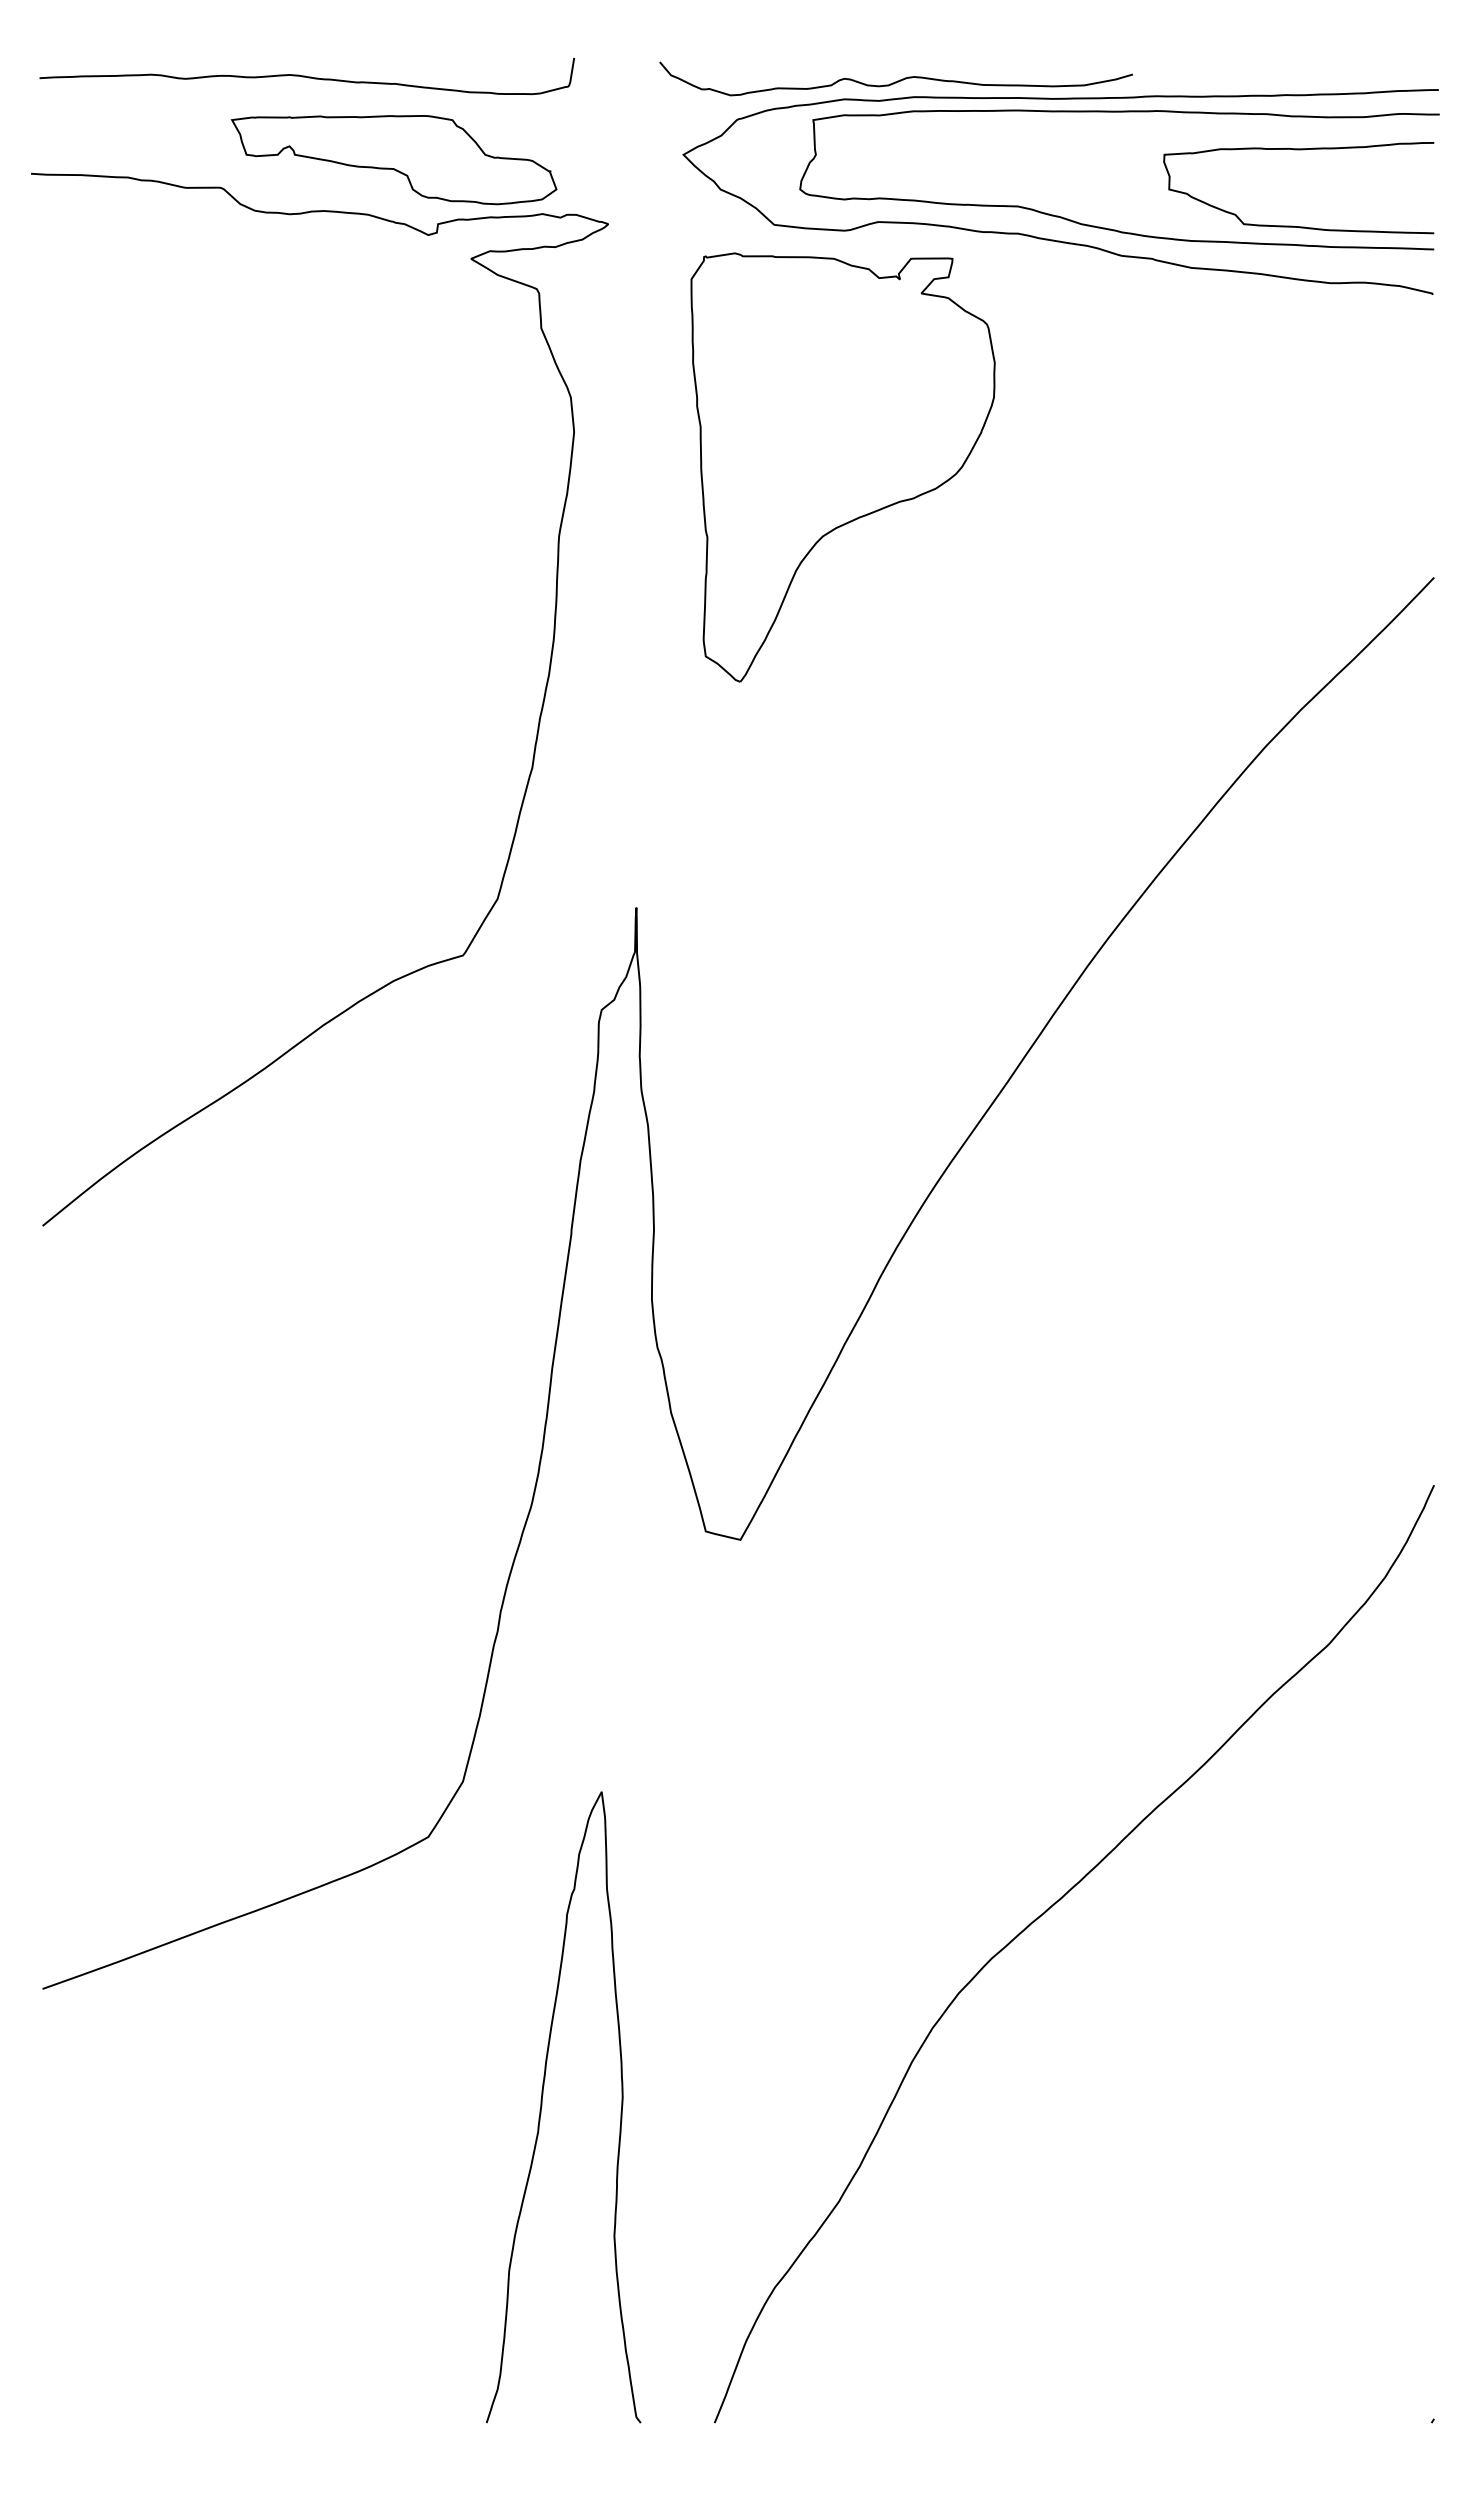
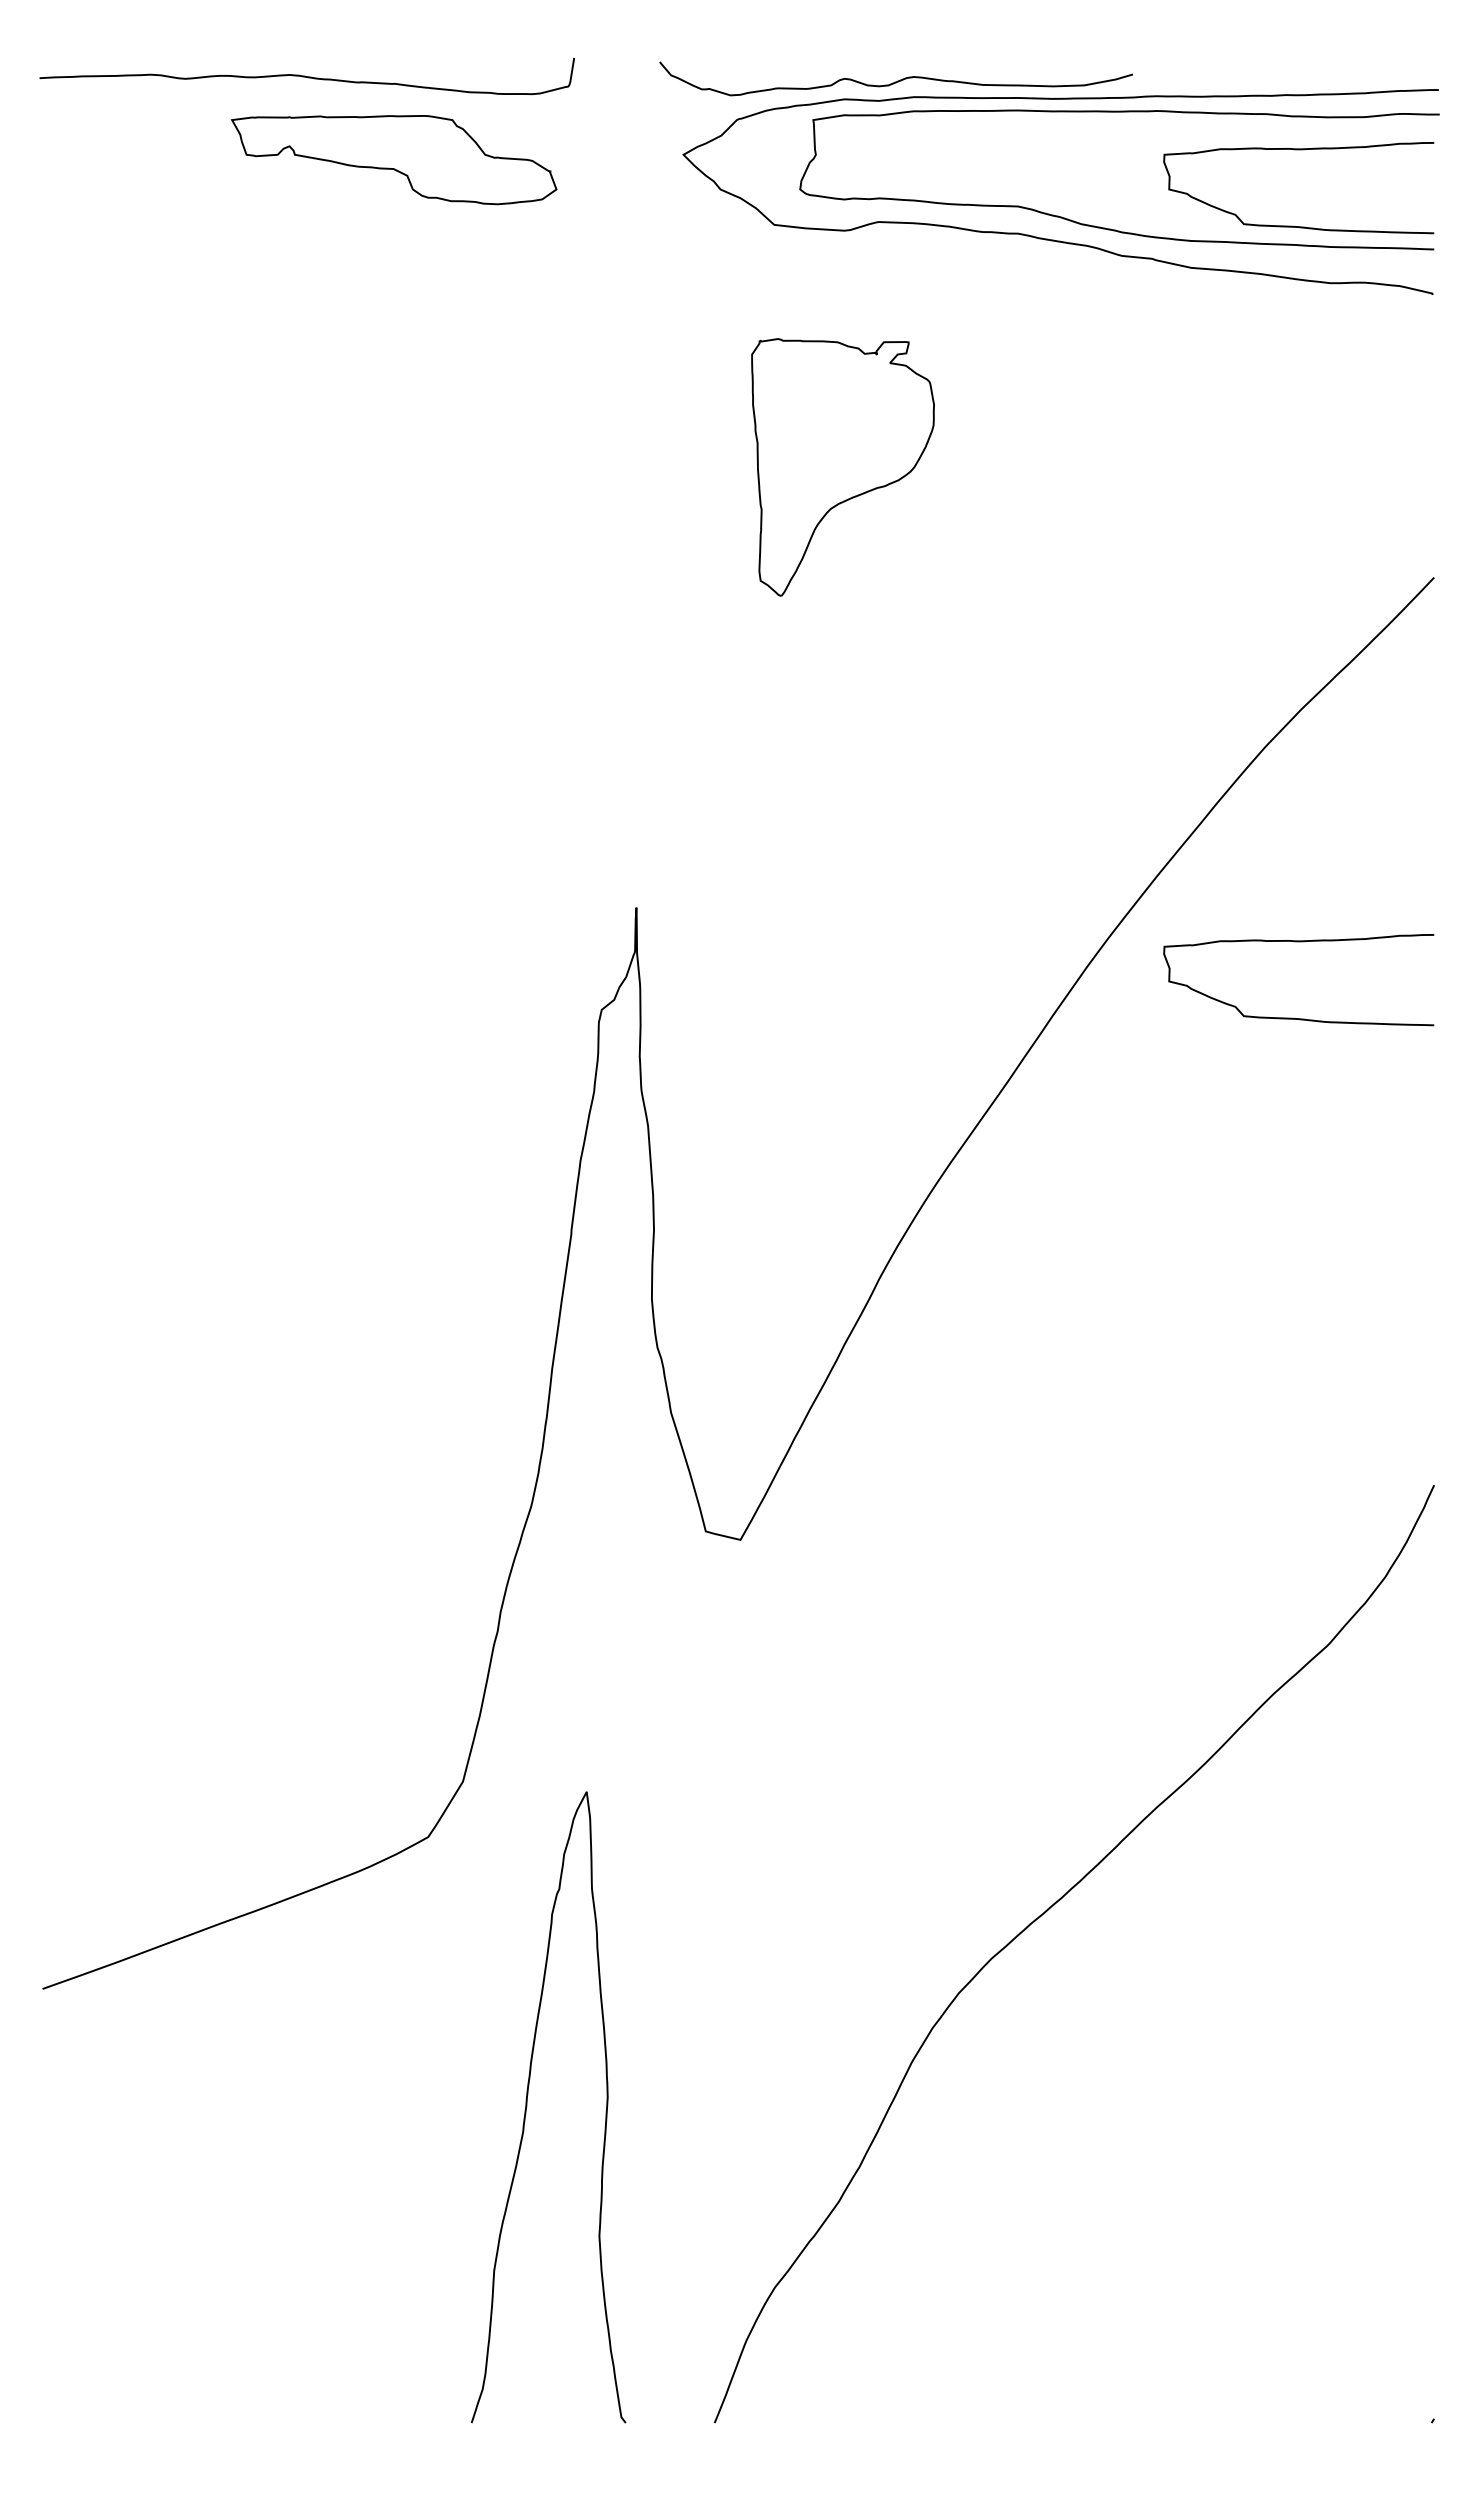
part at (842, 467) size: 306x431 px -> 184x259 px
curve at (536, 732): present -> none
curve at (1293, 1017): none -> present
curve at (542, 2106) position: (542, 2106) -> (527, 2106)
